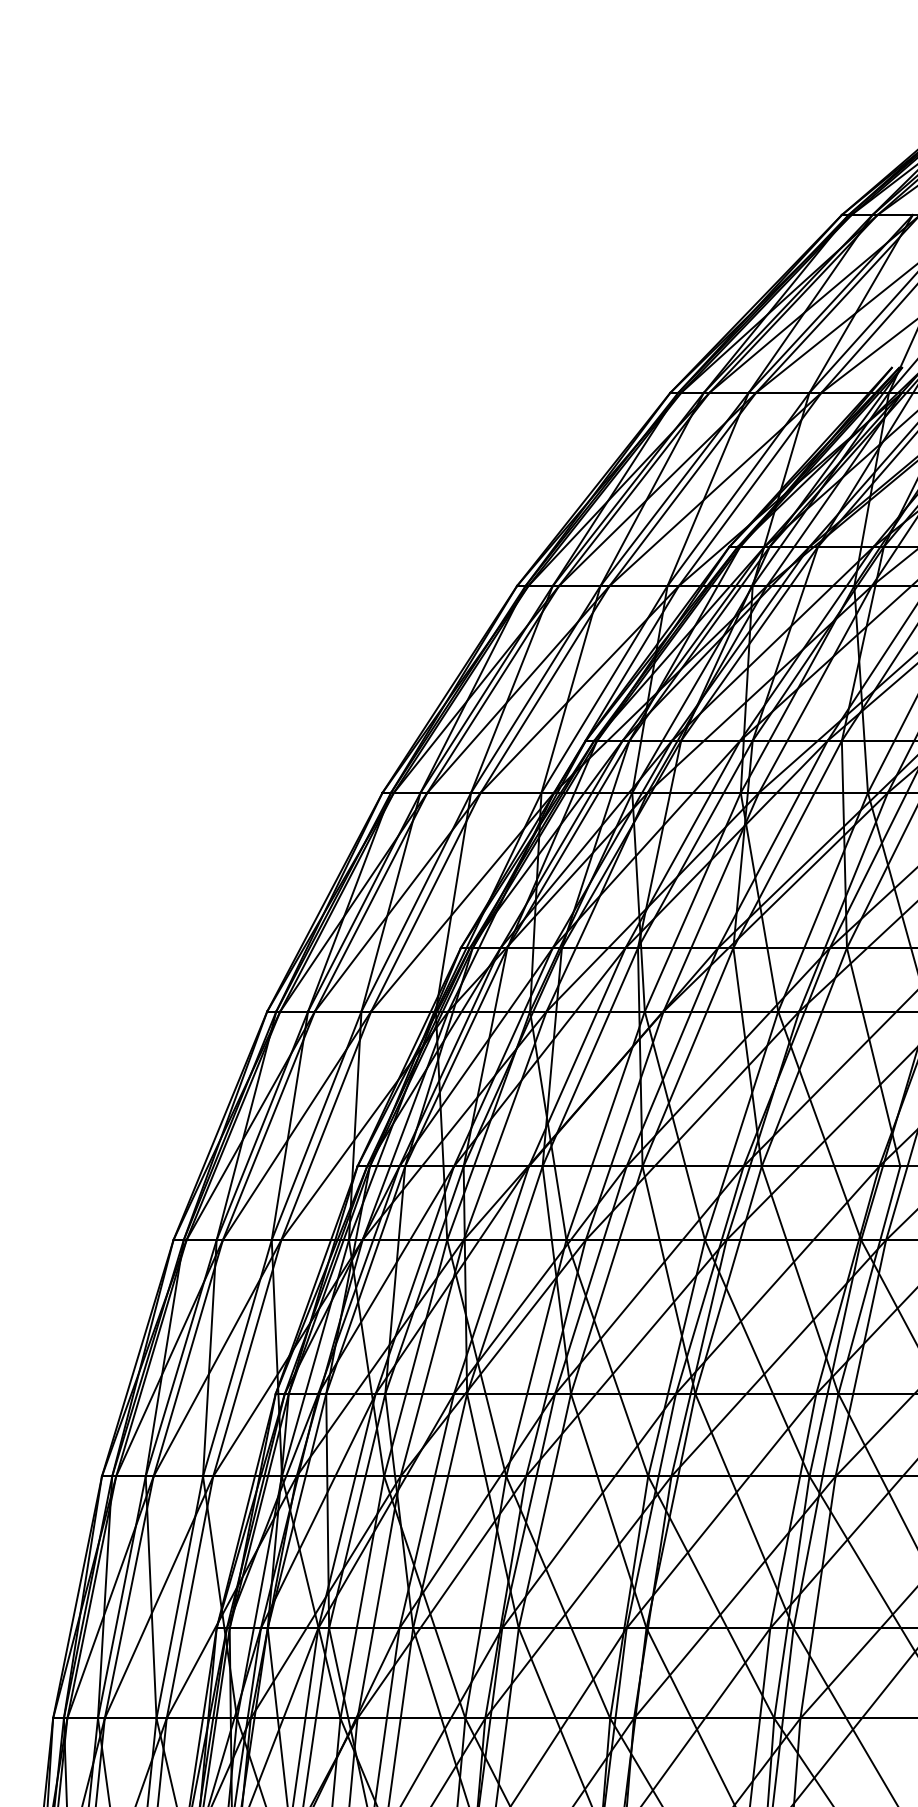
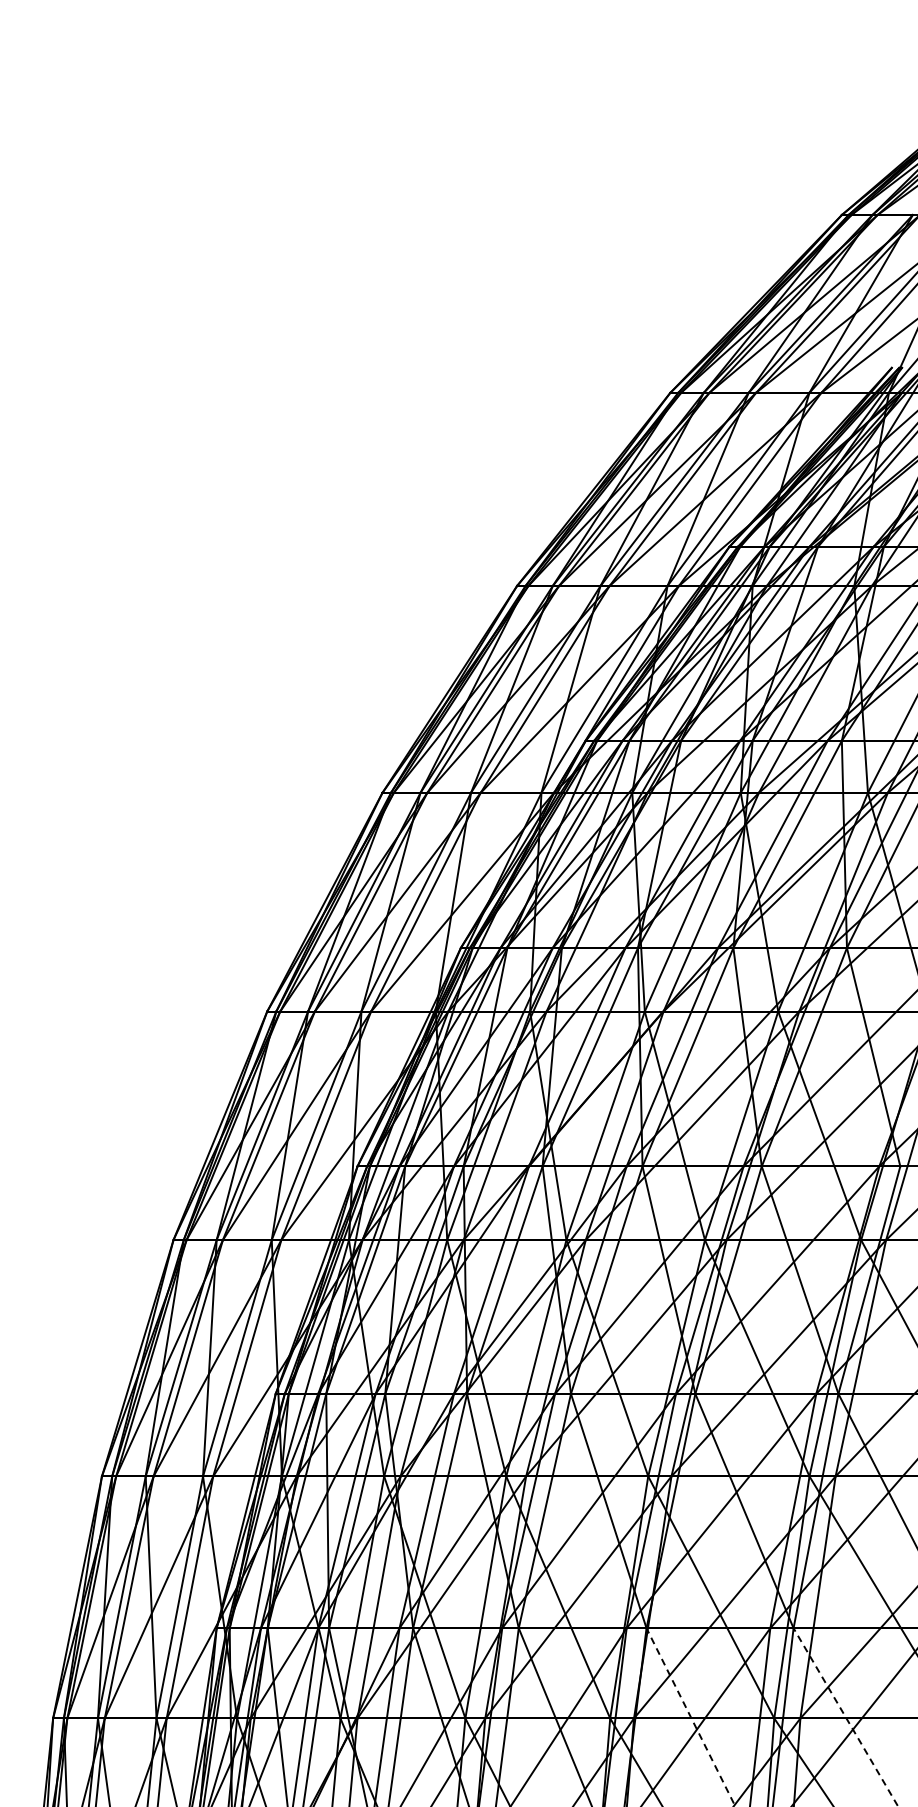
line at (845, 1716): solid -> dashed
line at (691, 1717): solid -> dashed
